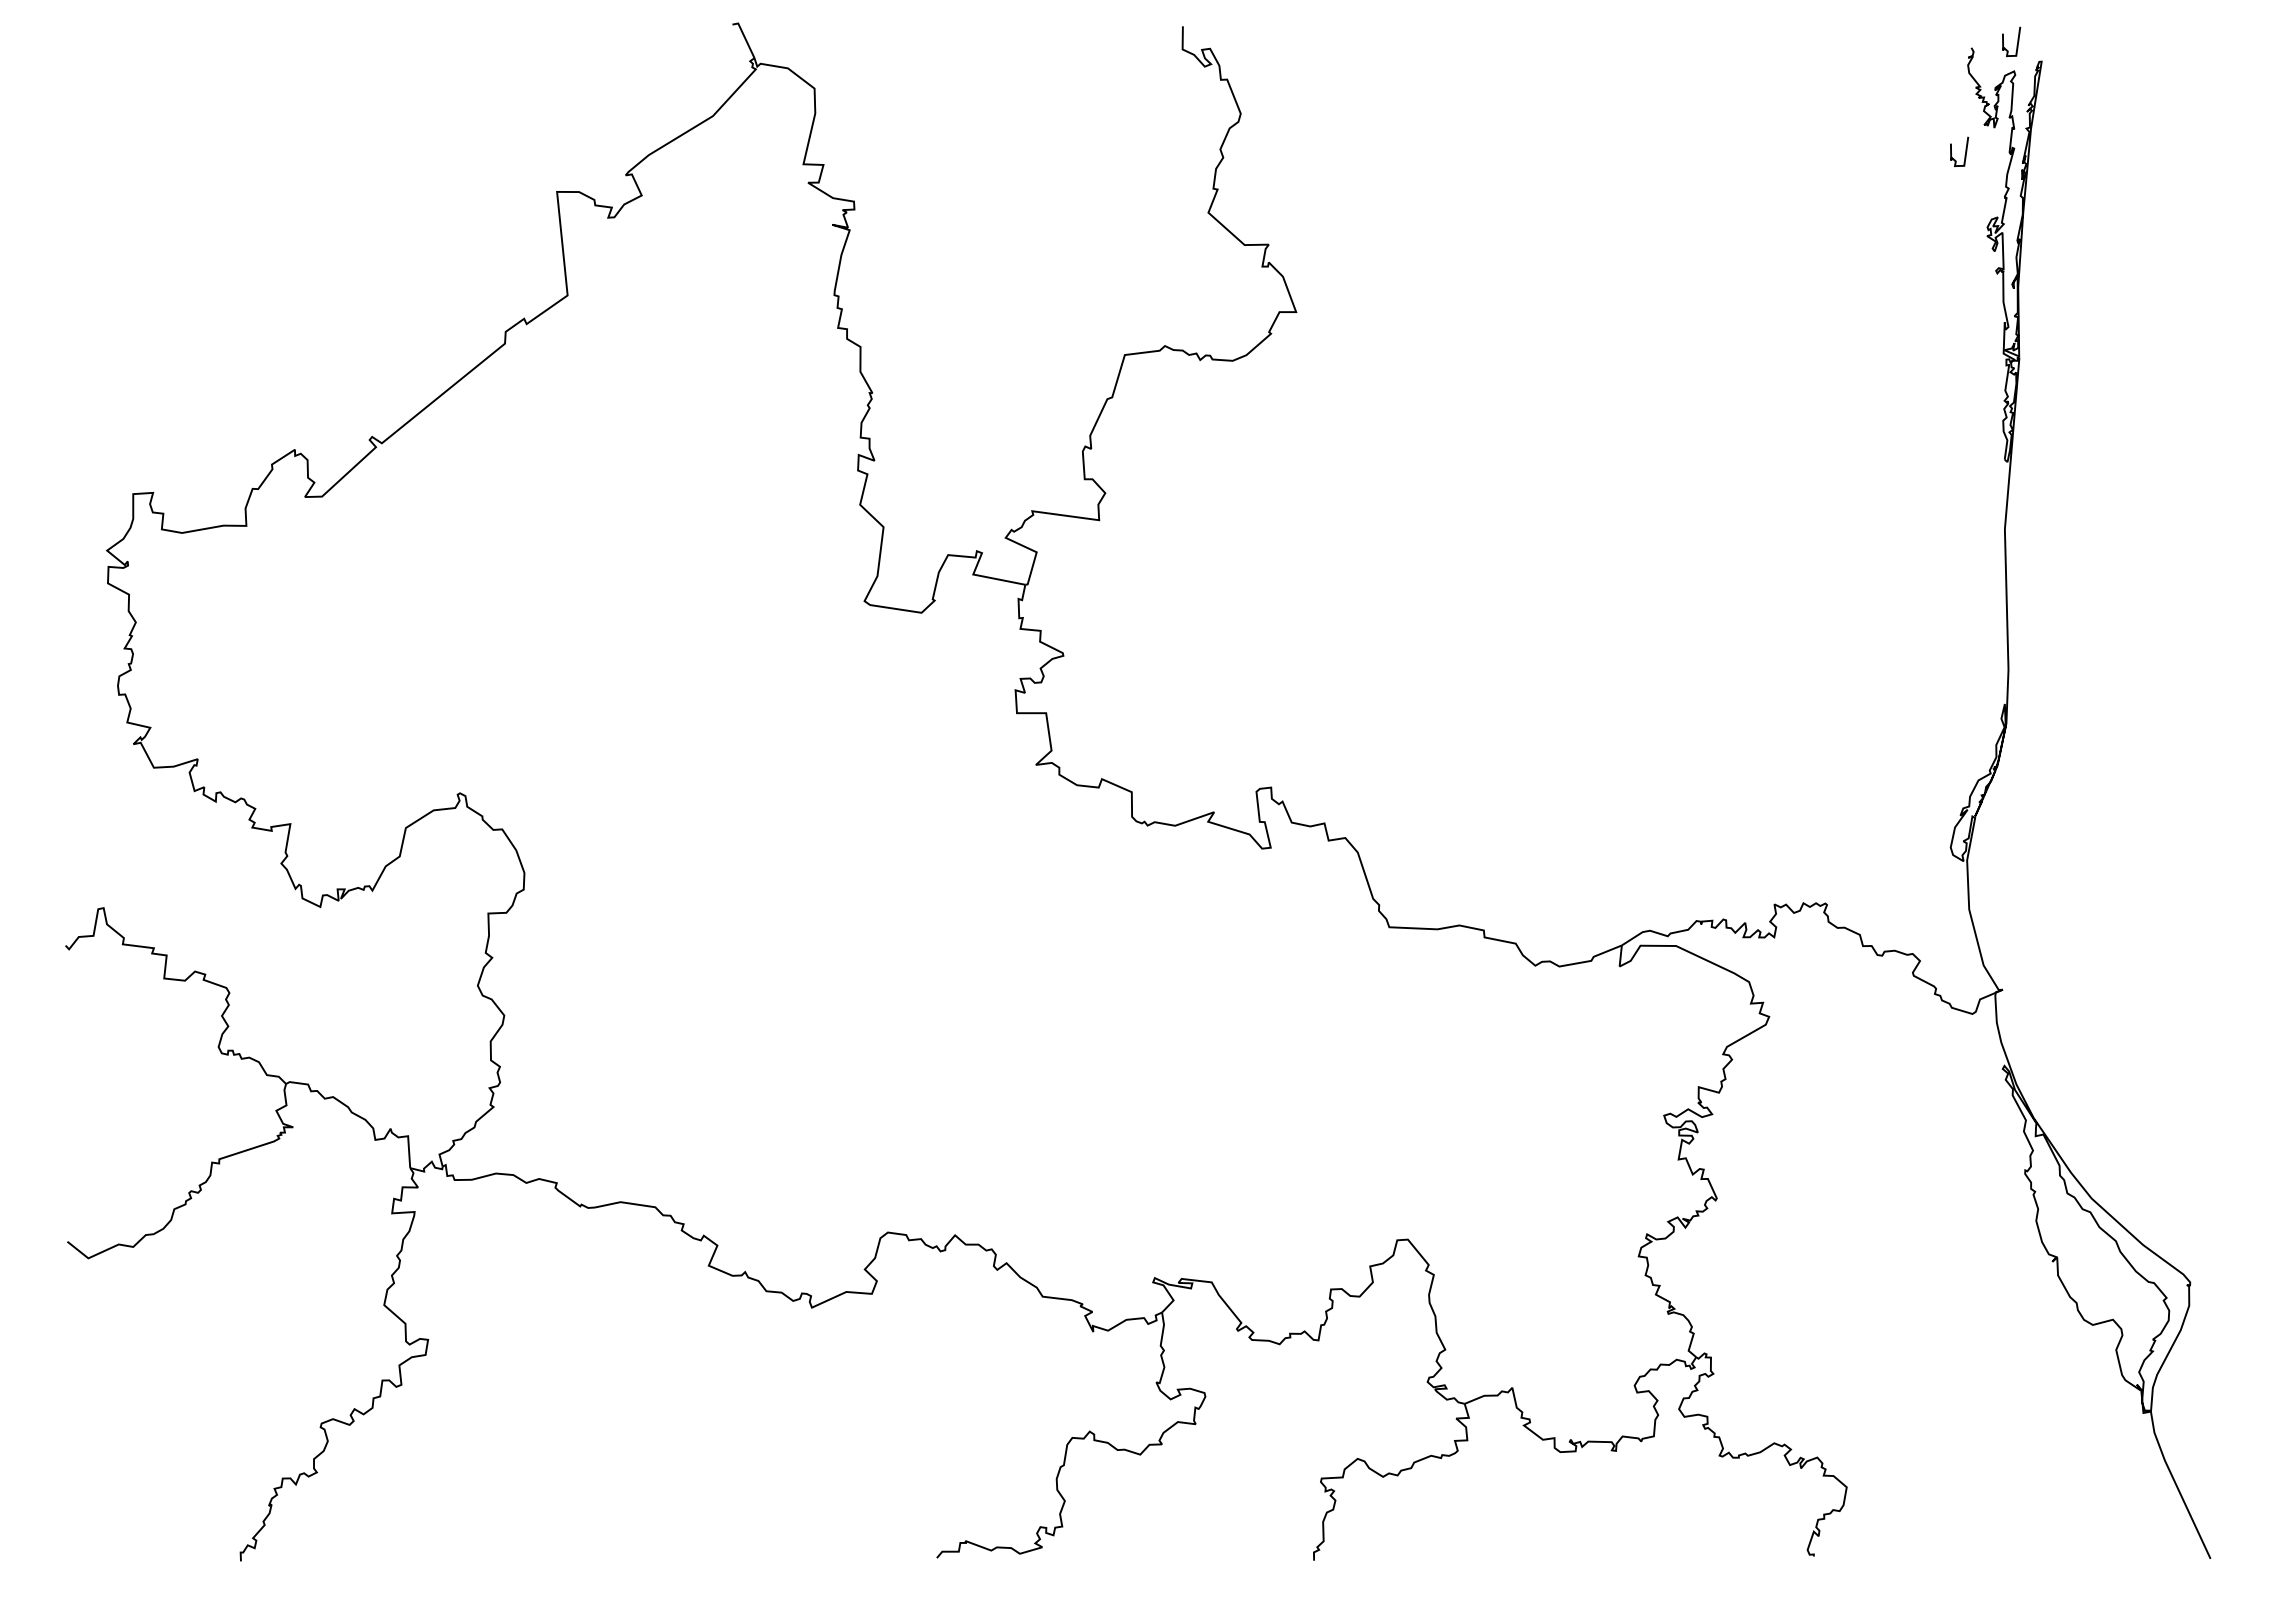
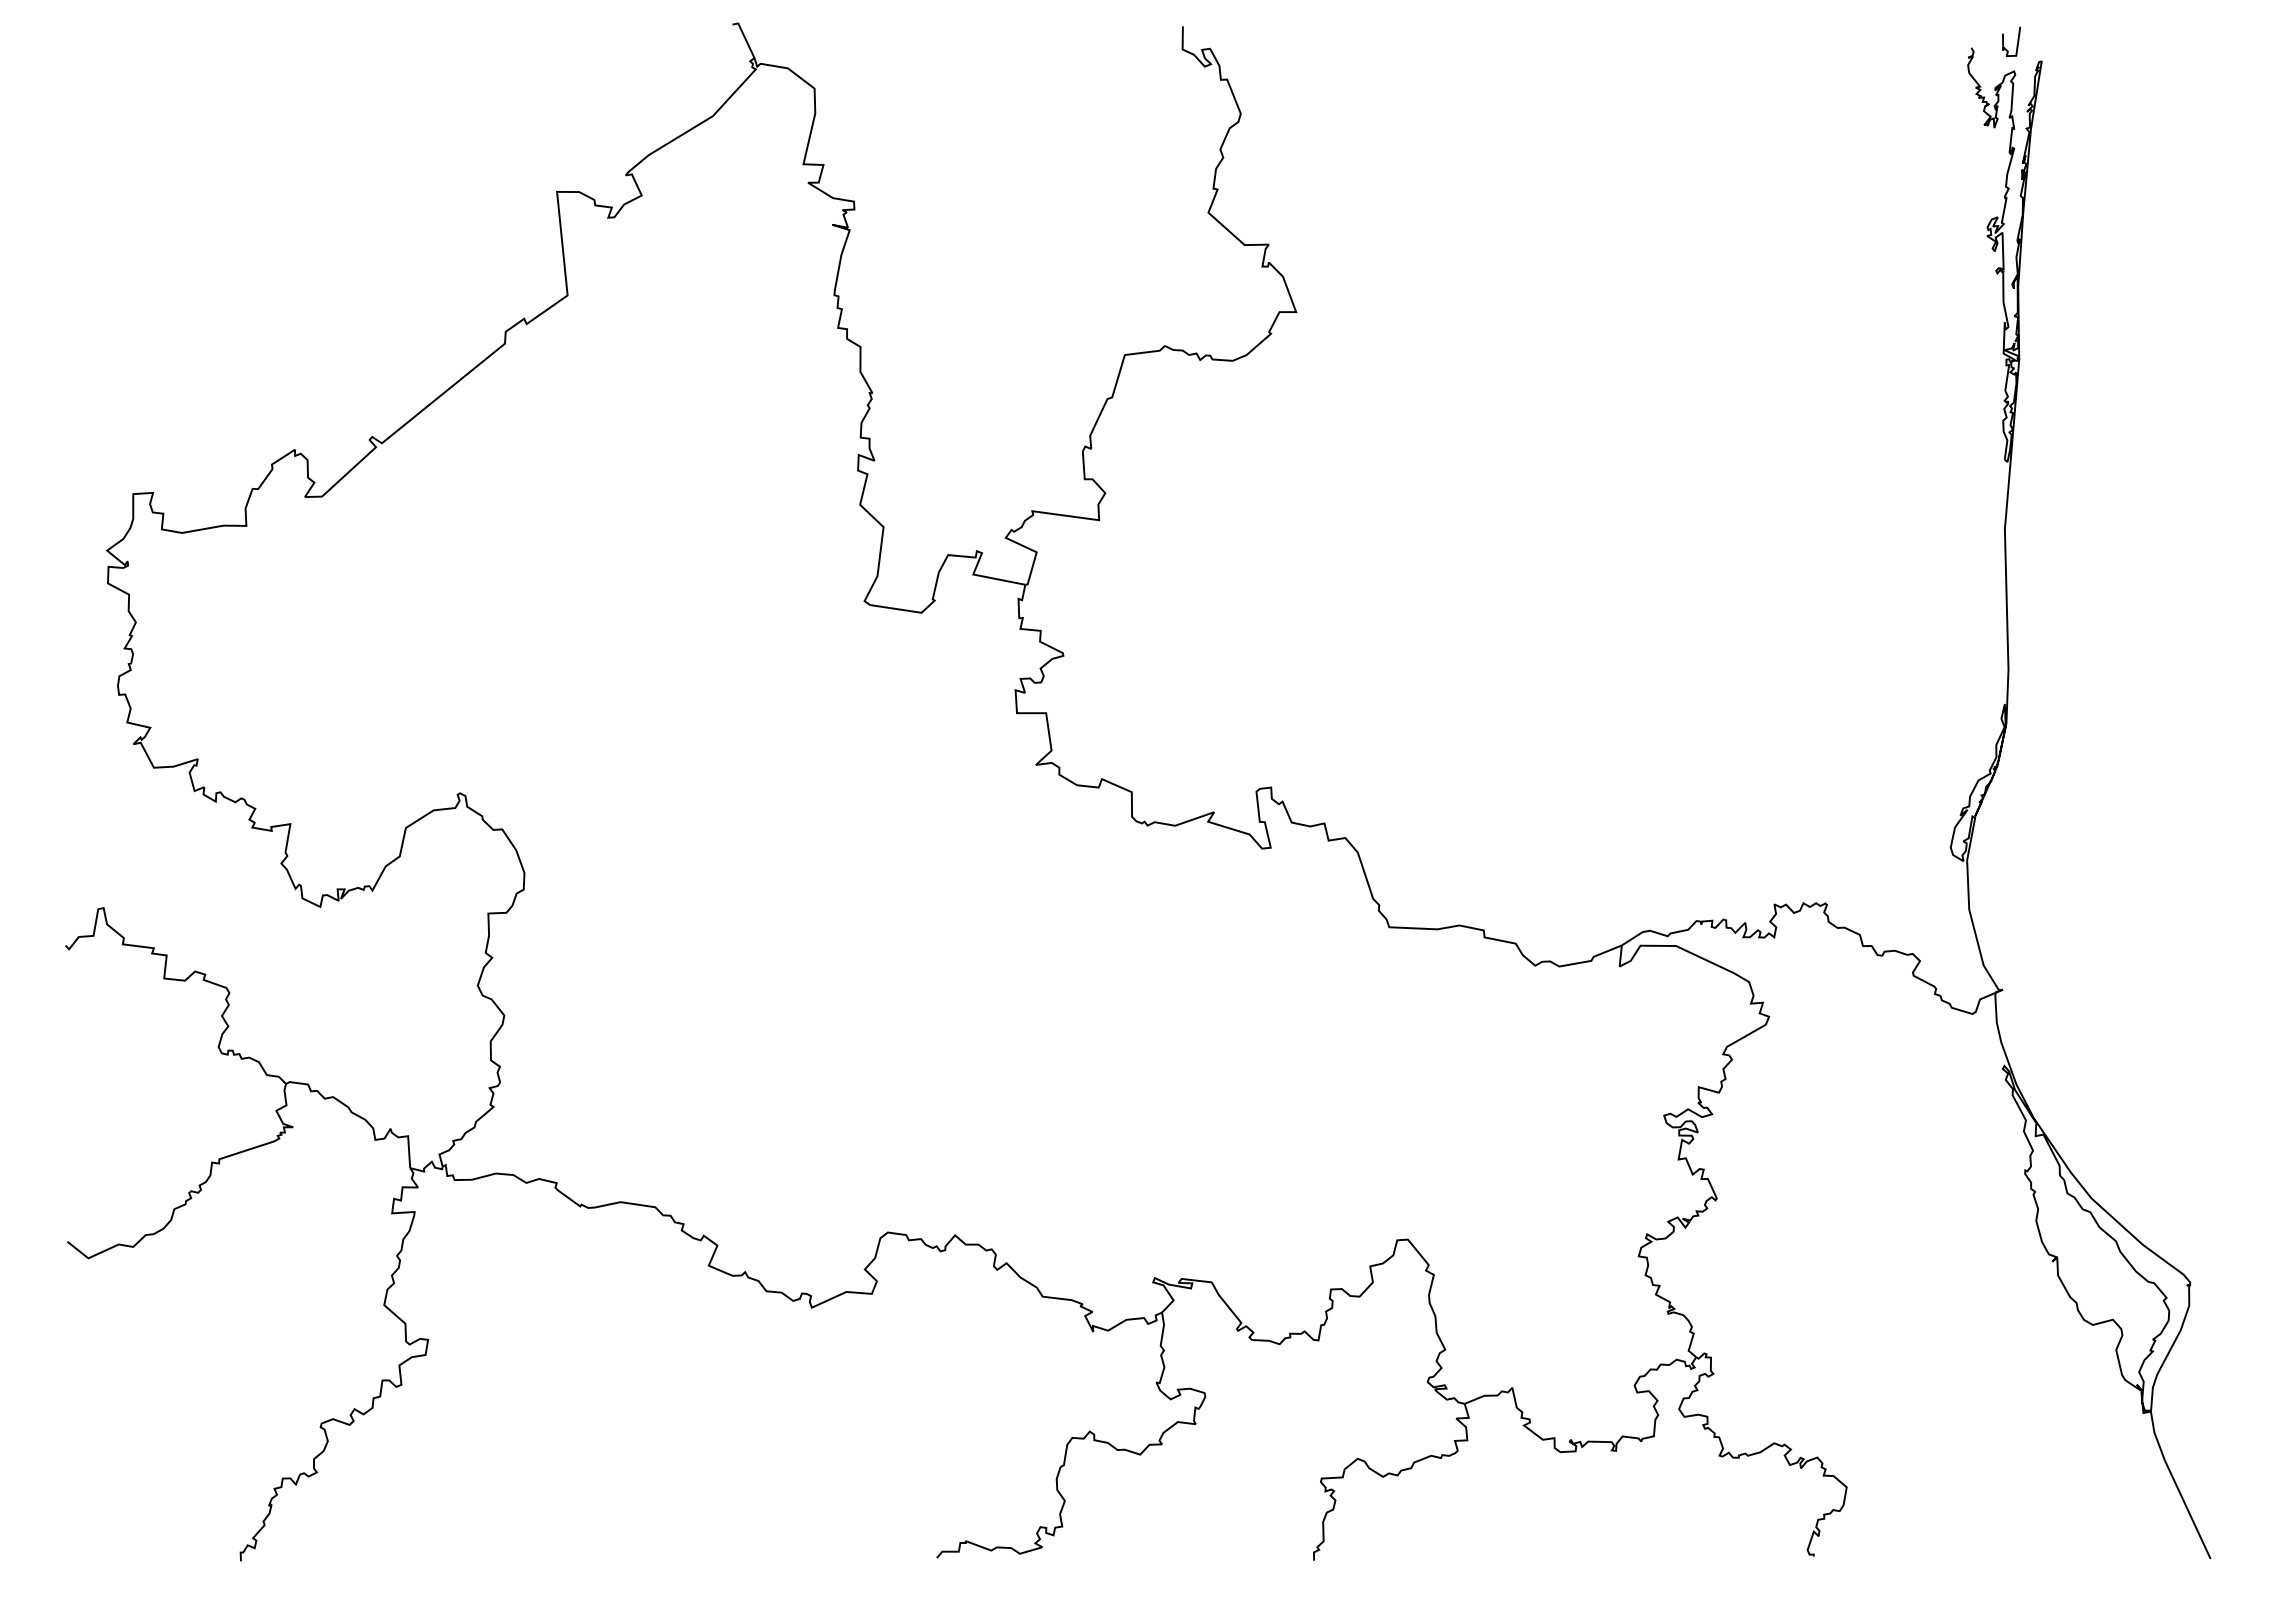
curve at (1965, 151): present -> none
